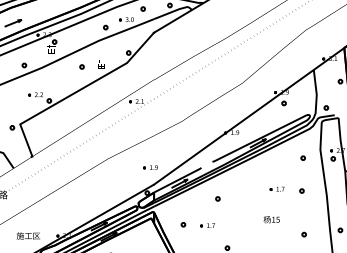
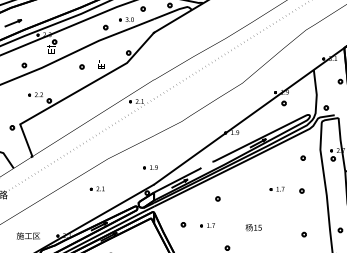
part at (96, 188): none -> present
text at (271, 219) position: (271, 219) -> (253, 227)
